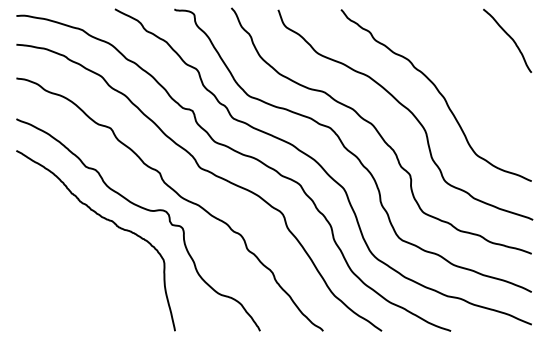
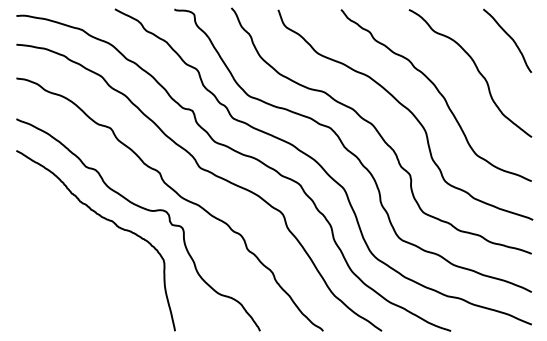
curve at (476, 69): none -> present
